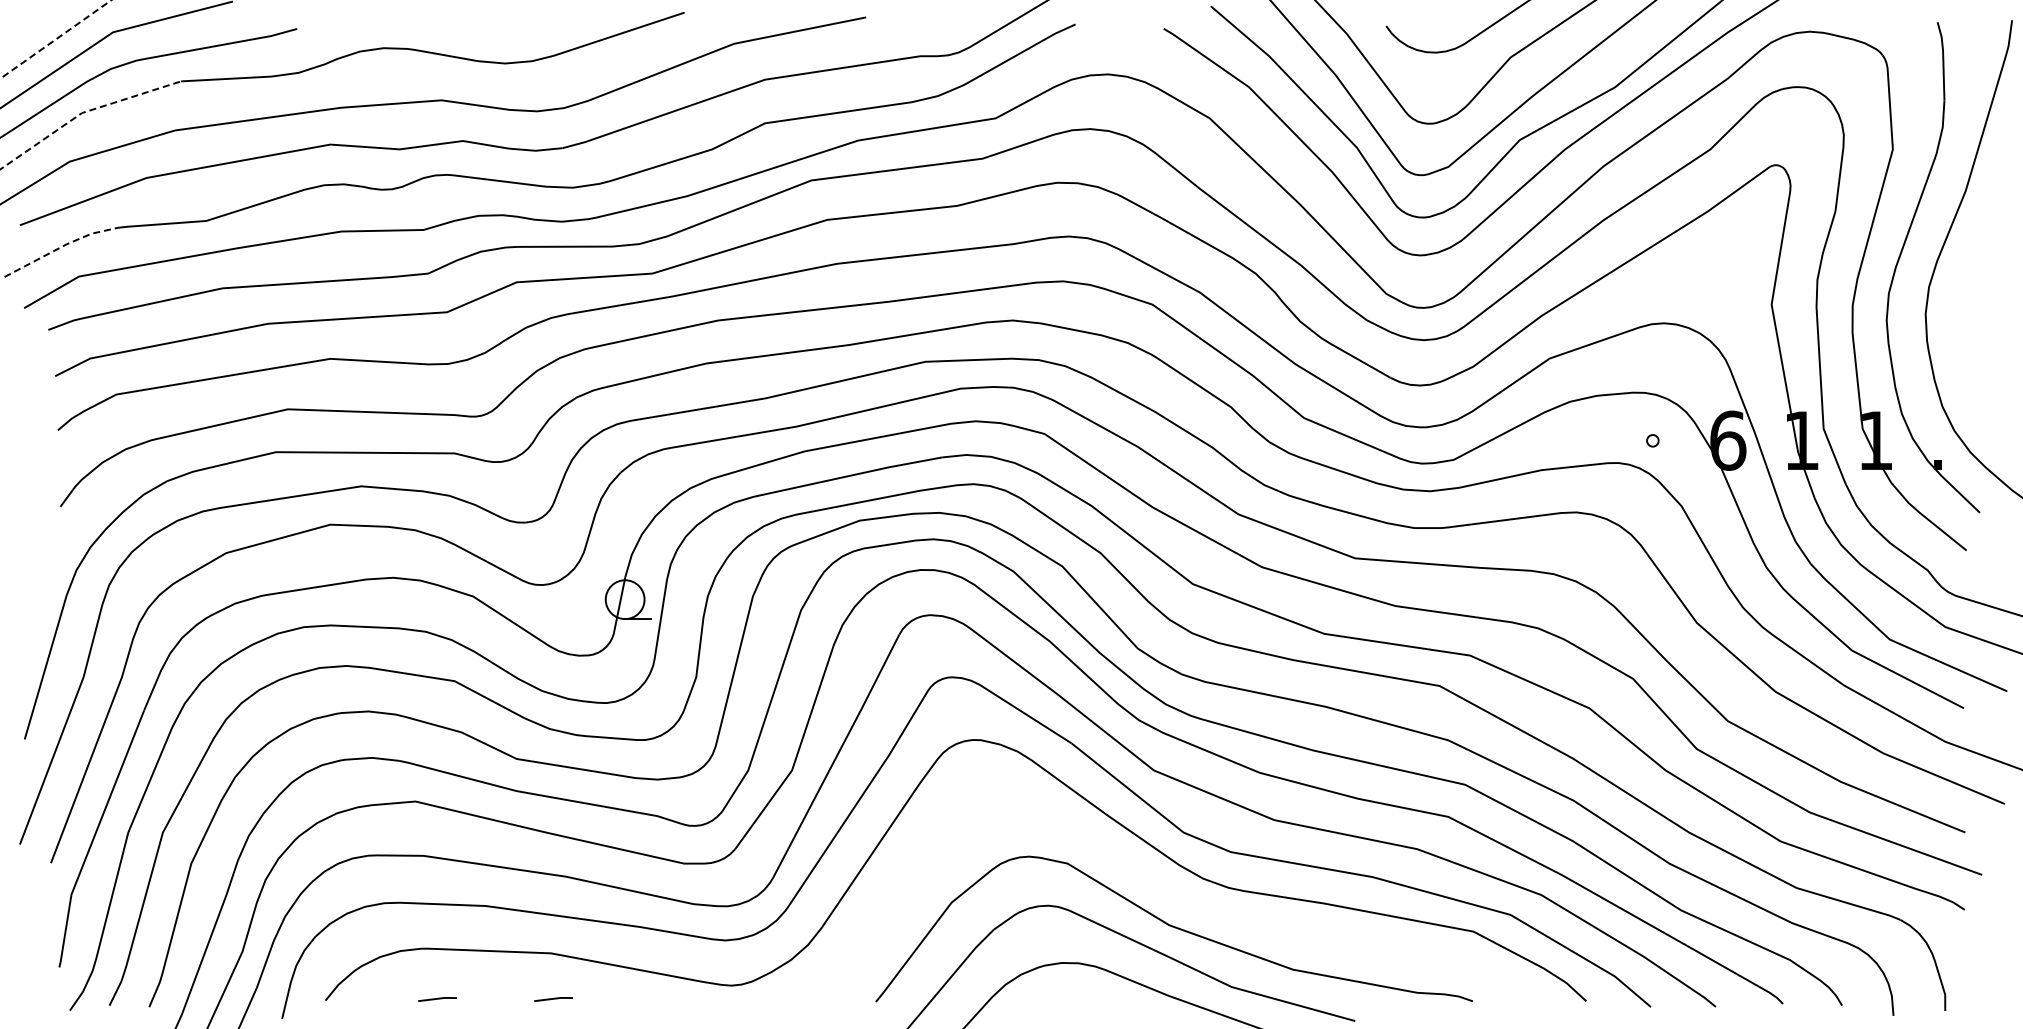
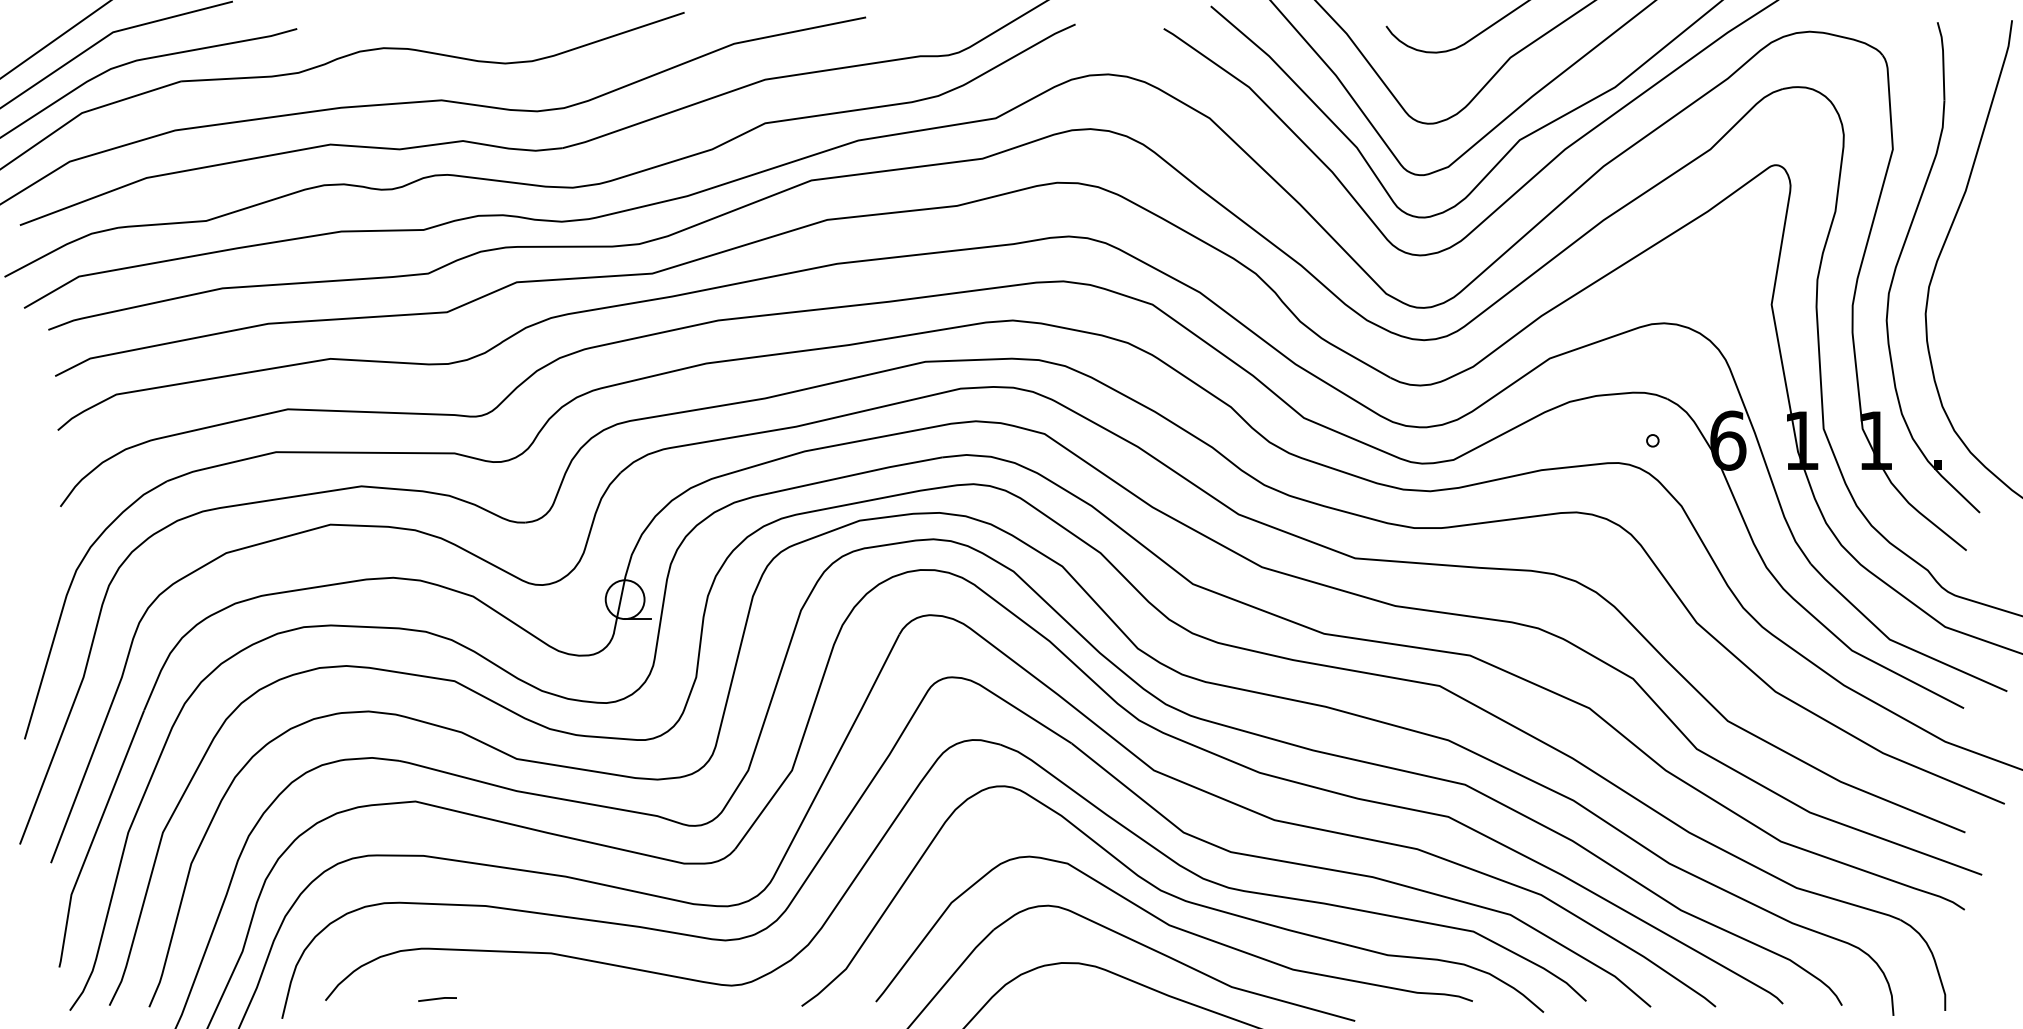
line at (55, 39): dashed -> solid
line at (83, 112): dashed -> solid
line at (60, 247): dashed -> solid
curve at (1172, 896): none -> present
line at (553, 999): present -> none
